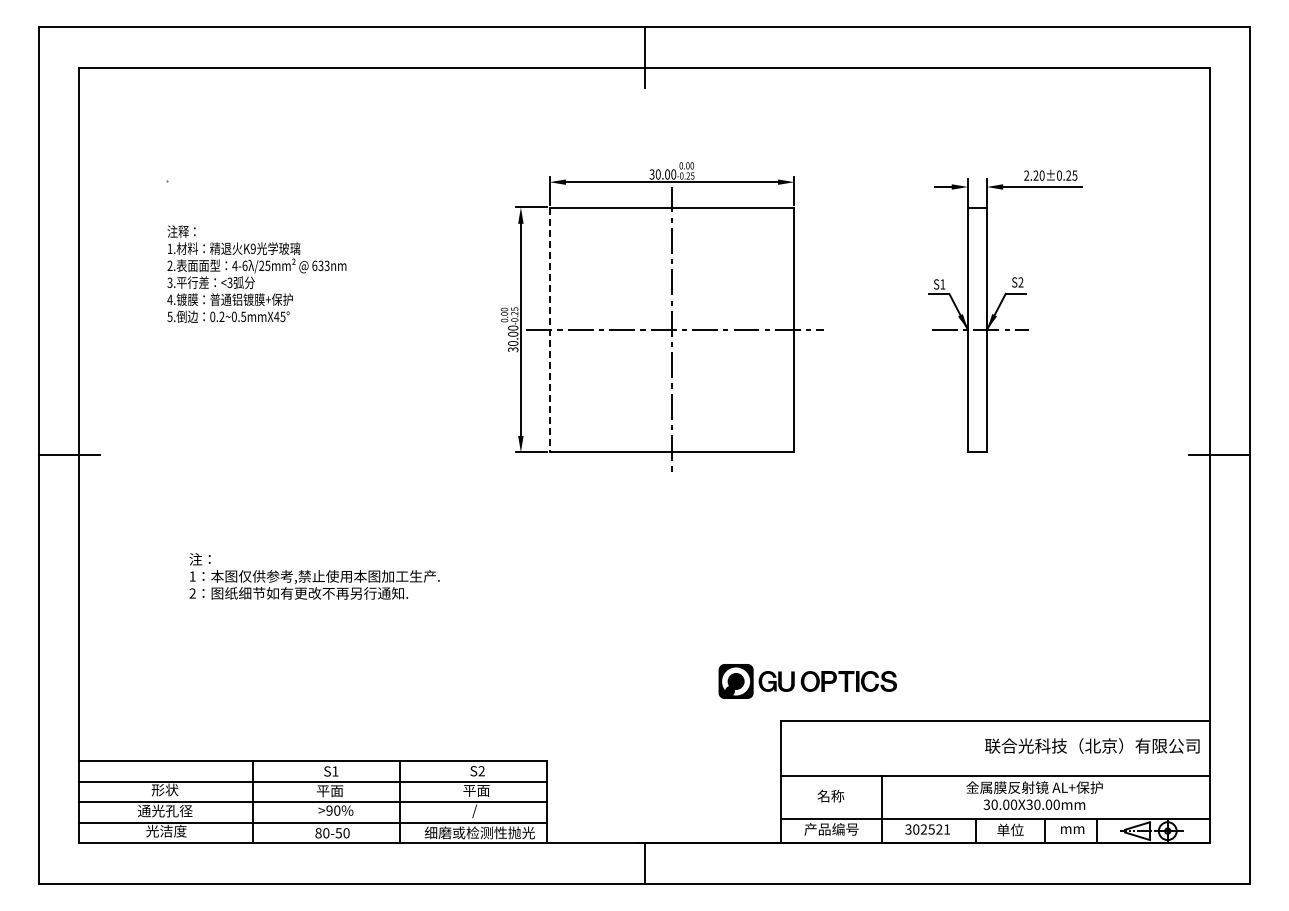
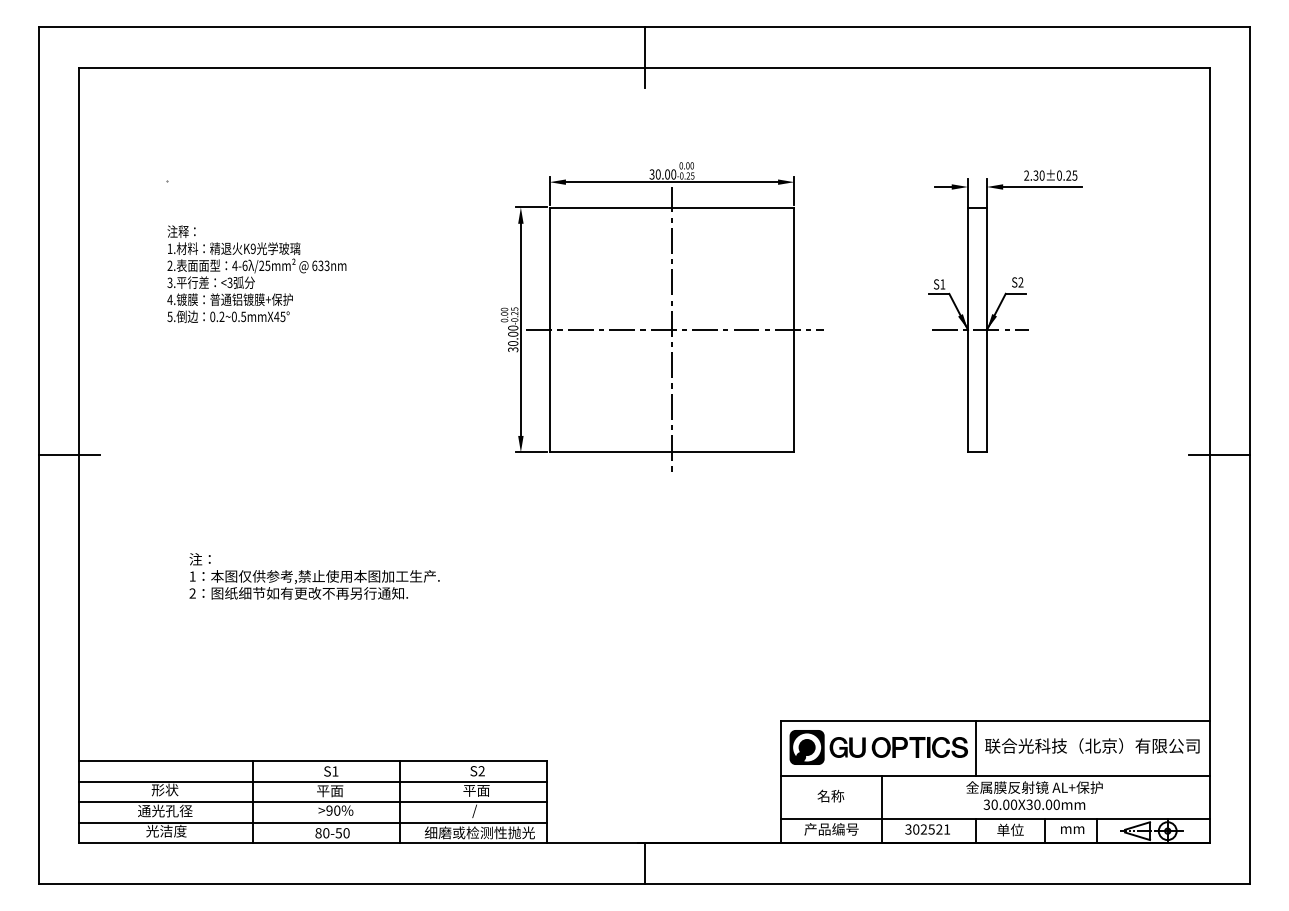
text at (1035, 175): 2.20±0.25 -> 2.30±0.25
line at (549, 330): dashed -> solid
part at (807, 681) position: (807, 681) -> (878, 747)
line at (975, 748): none -> present
